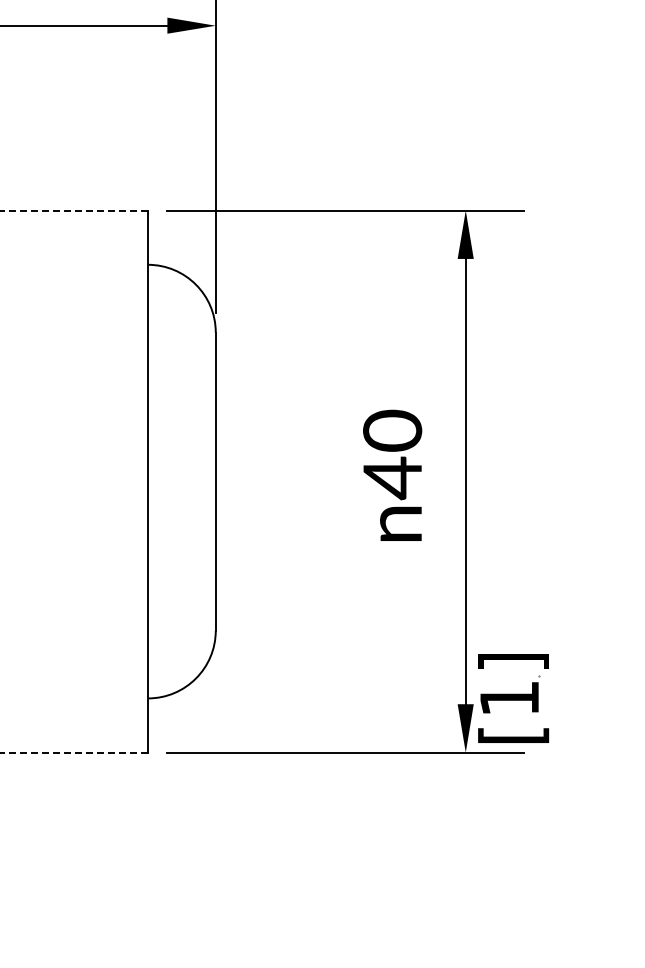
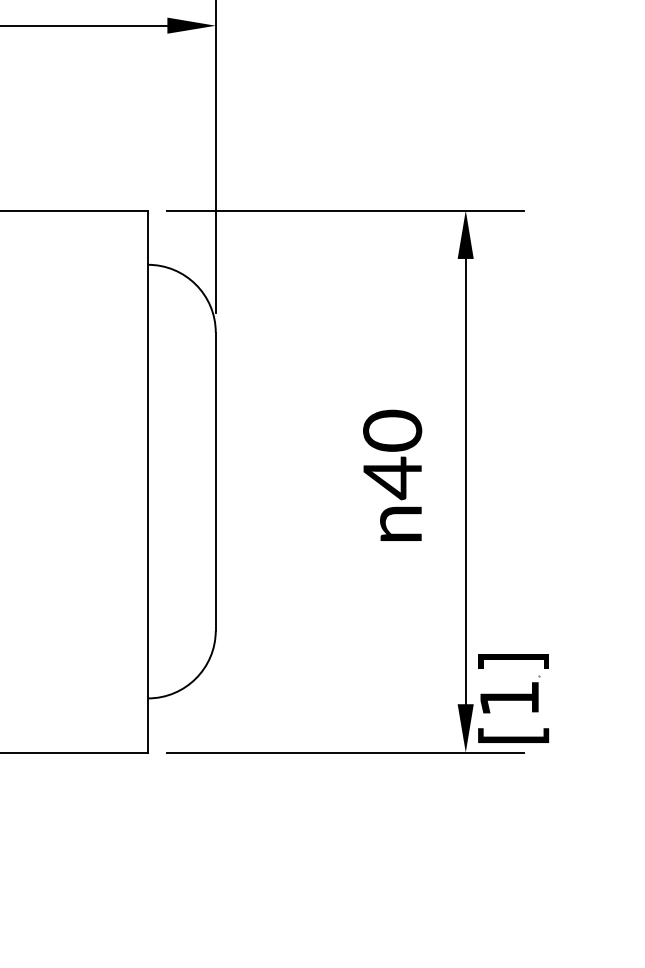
line at (74, 210): dashed -> solid
line at (74, 752): dashed -> solid
